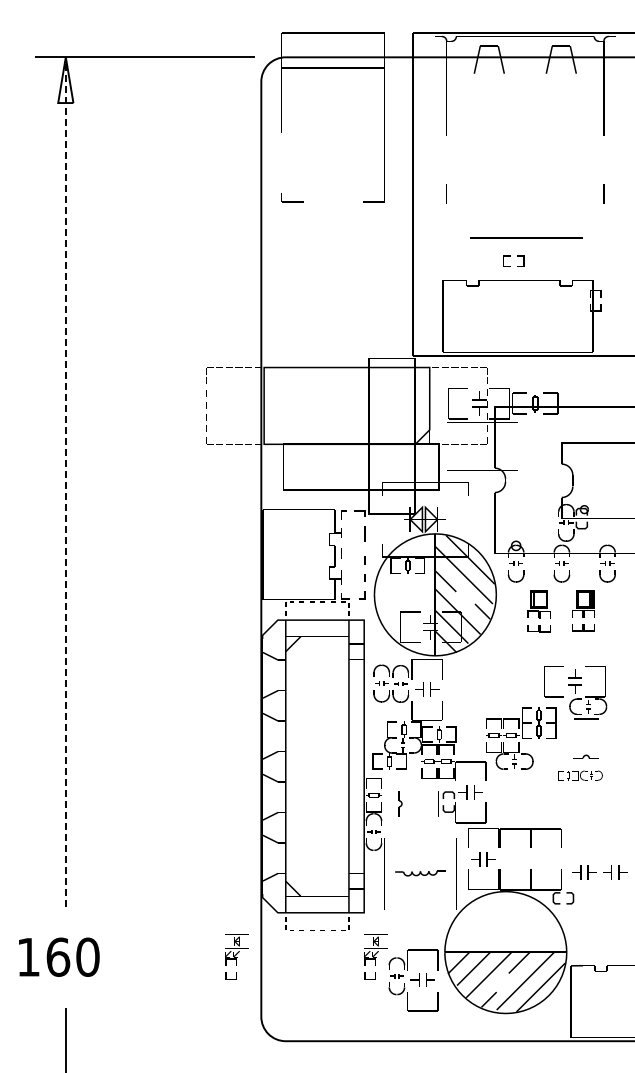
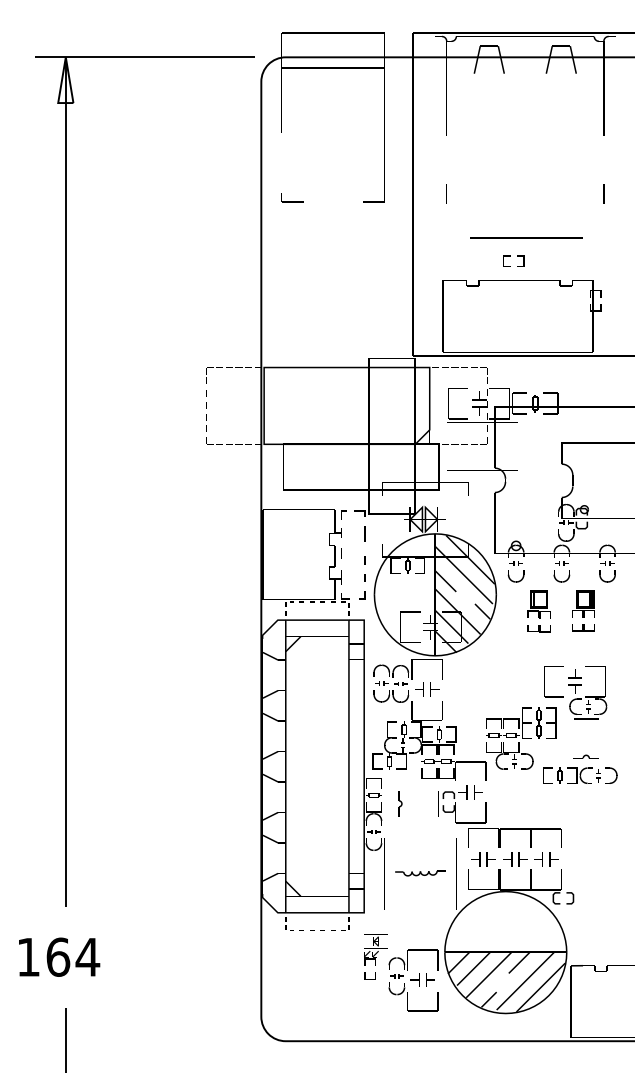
line at (65, 481): dashed -> solid
part at (580, 775) size: 45x11 px -> 75x17 px
part at (599, 872) position: (599, 872) -> (530, 859)
text at (87, 956): 160 -> 164
part at (236, 956): present -> none
